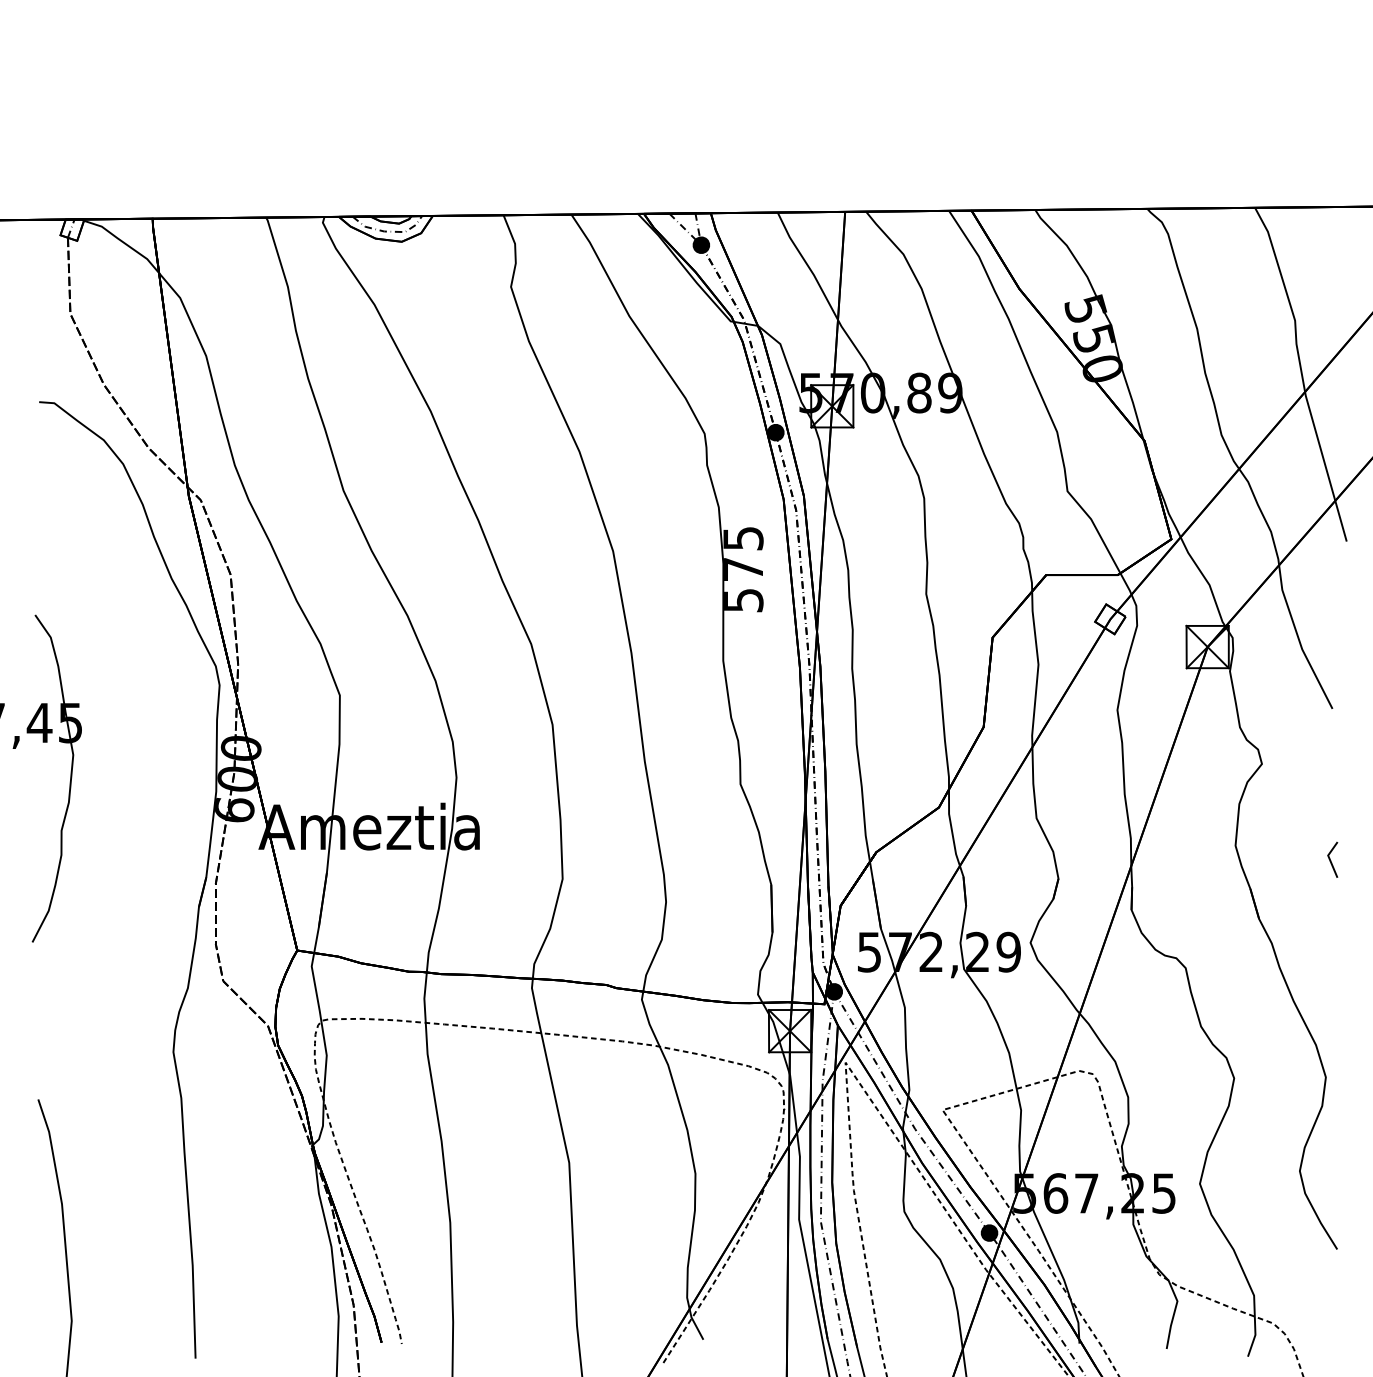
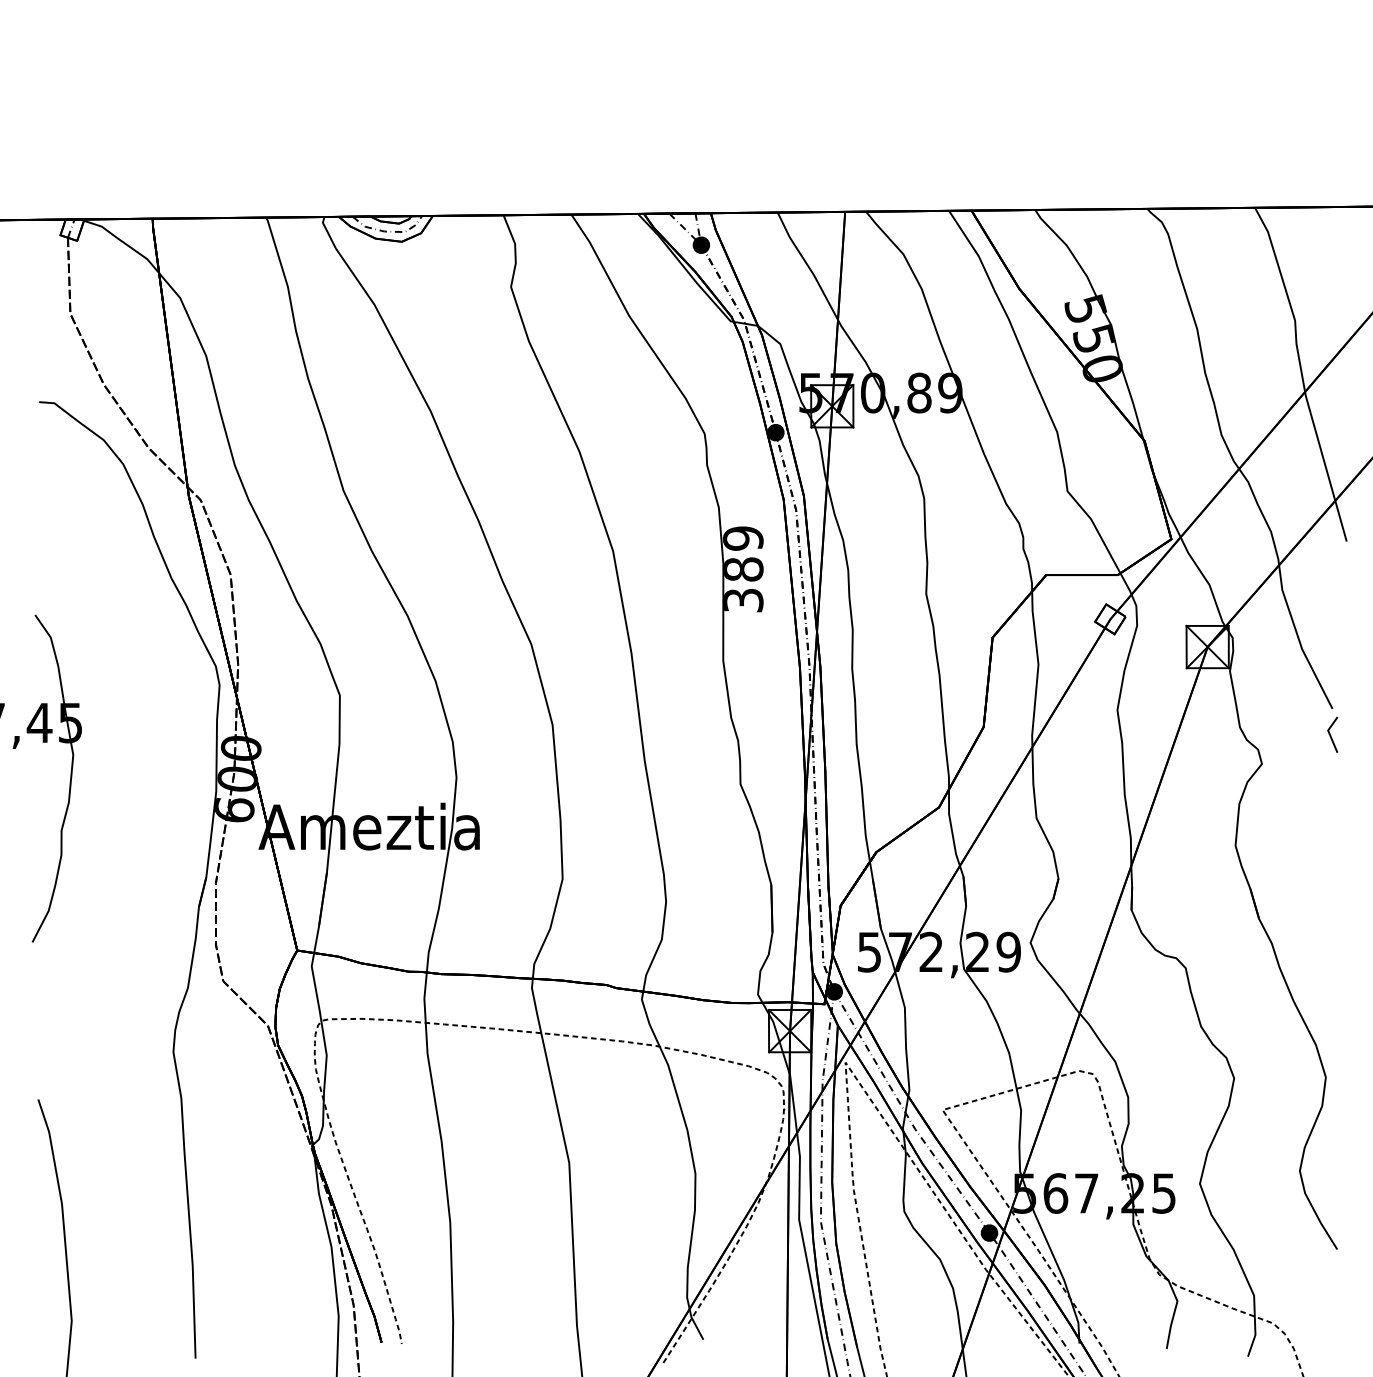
text at (743, 568): 575 -> 389
line at (1331, 860) position: (1331, 860) -> (1331, 735)
